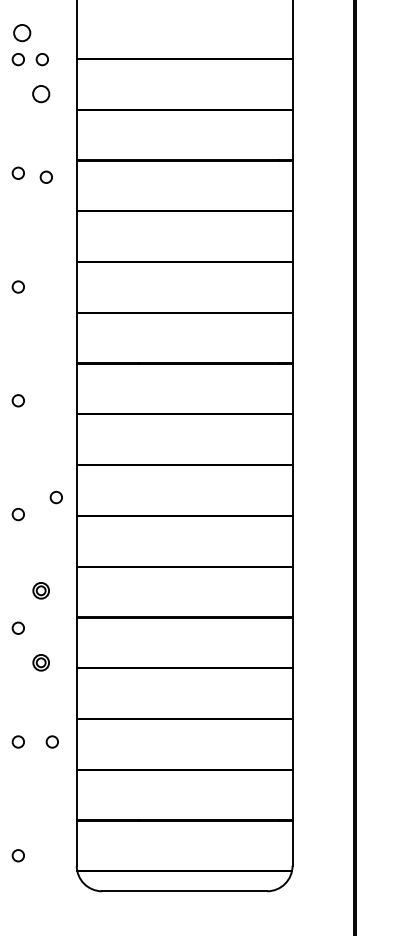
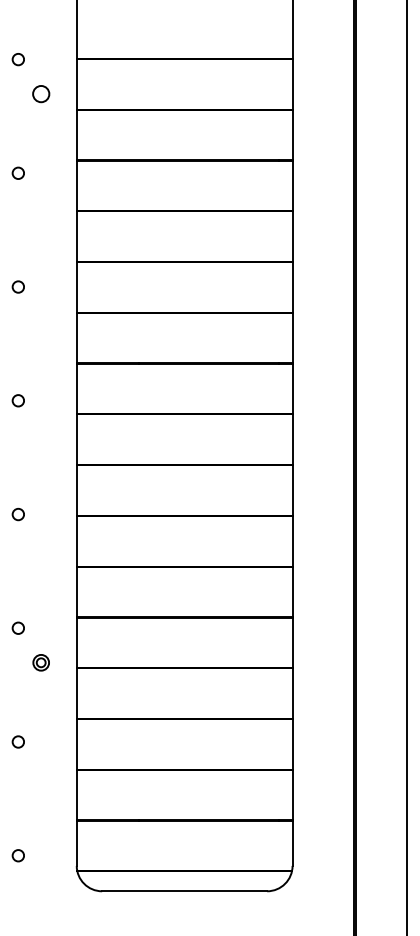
circle at (22, 33): present -> none
circle at (41, 59): present -> none
circle at (45, 176): present -> none
line at (407, 467): none -> present
circle at (55, 497): present -> none
part at (40, 590): present -> none
circle at (51, 741): present -> none
